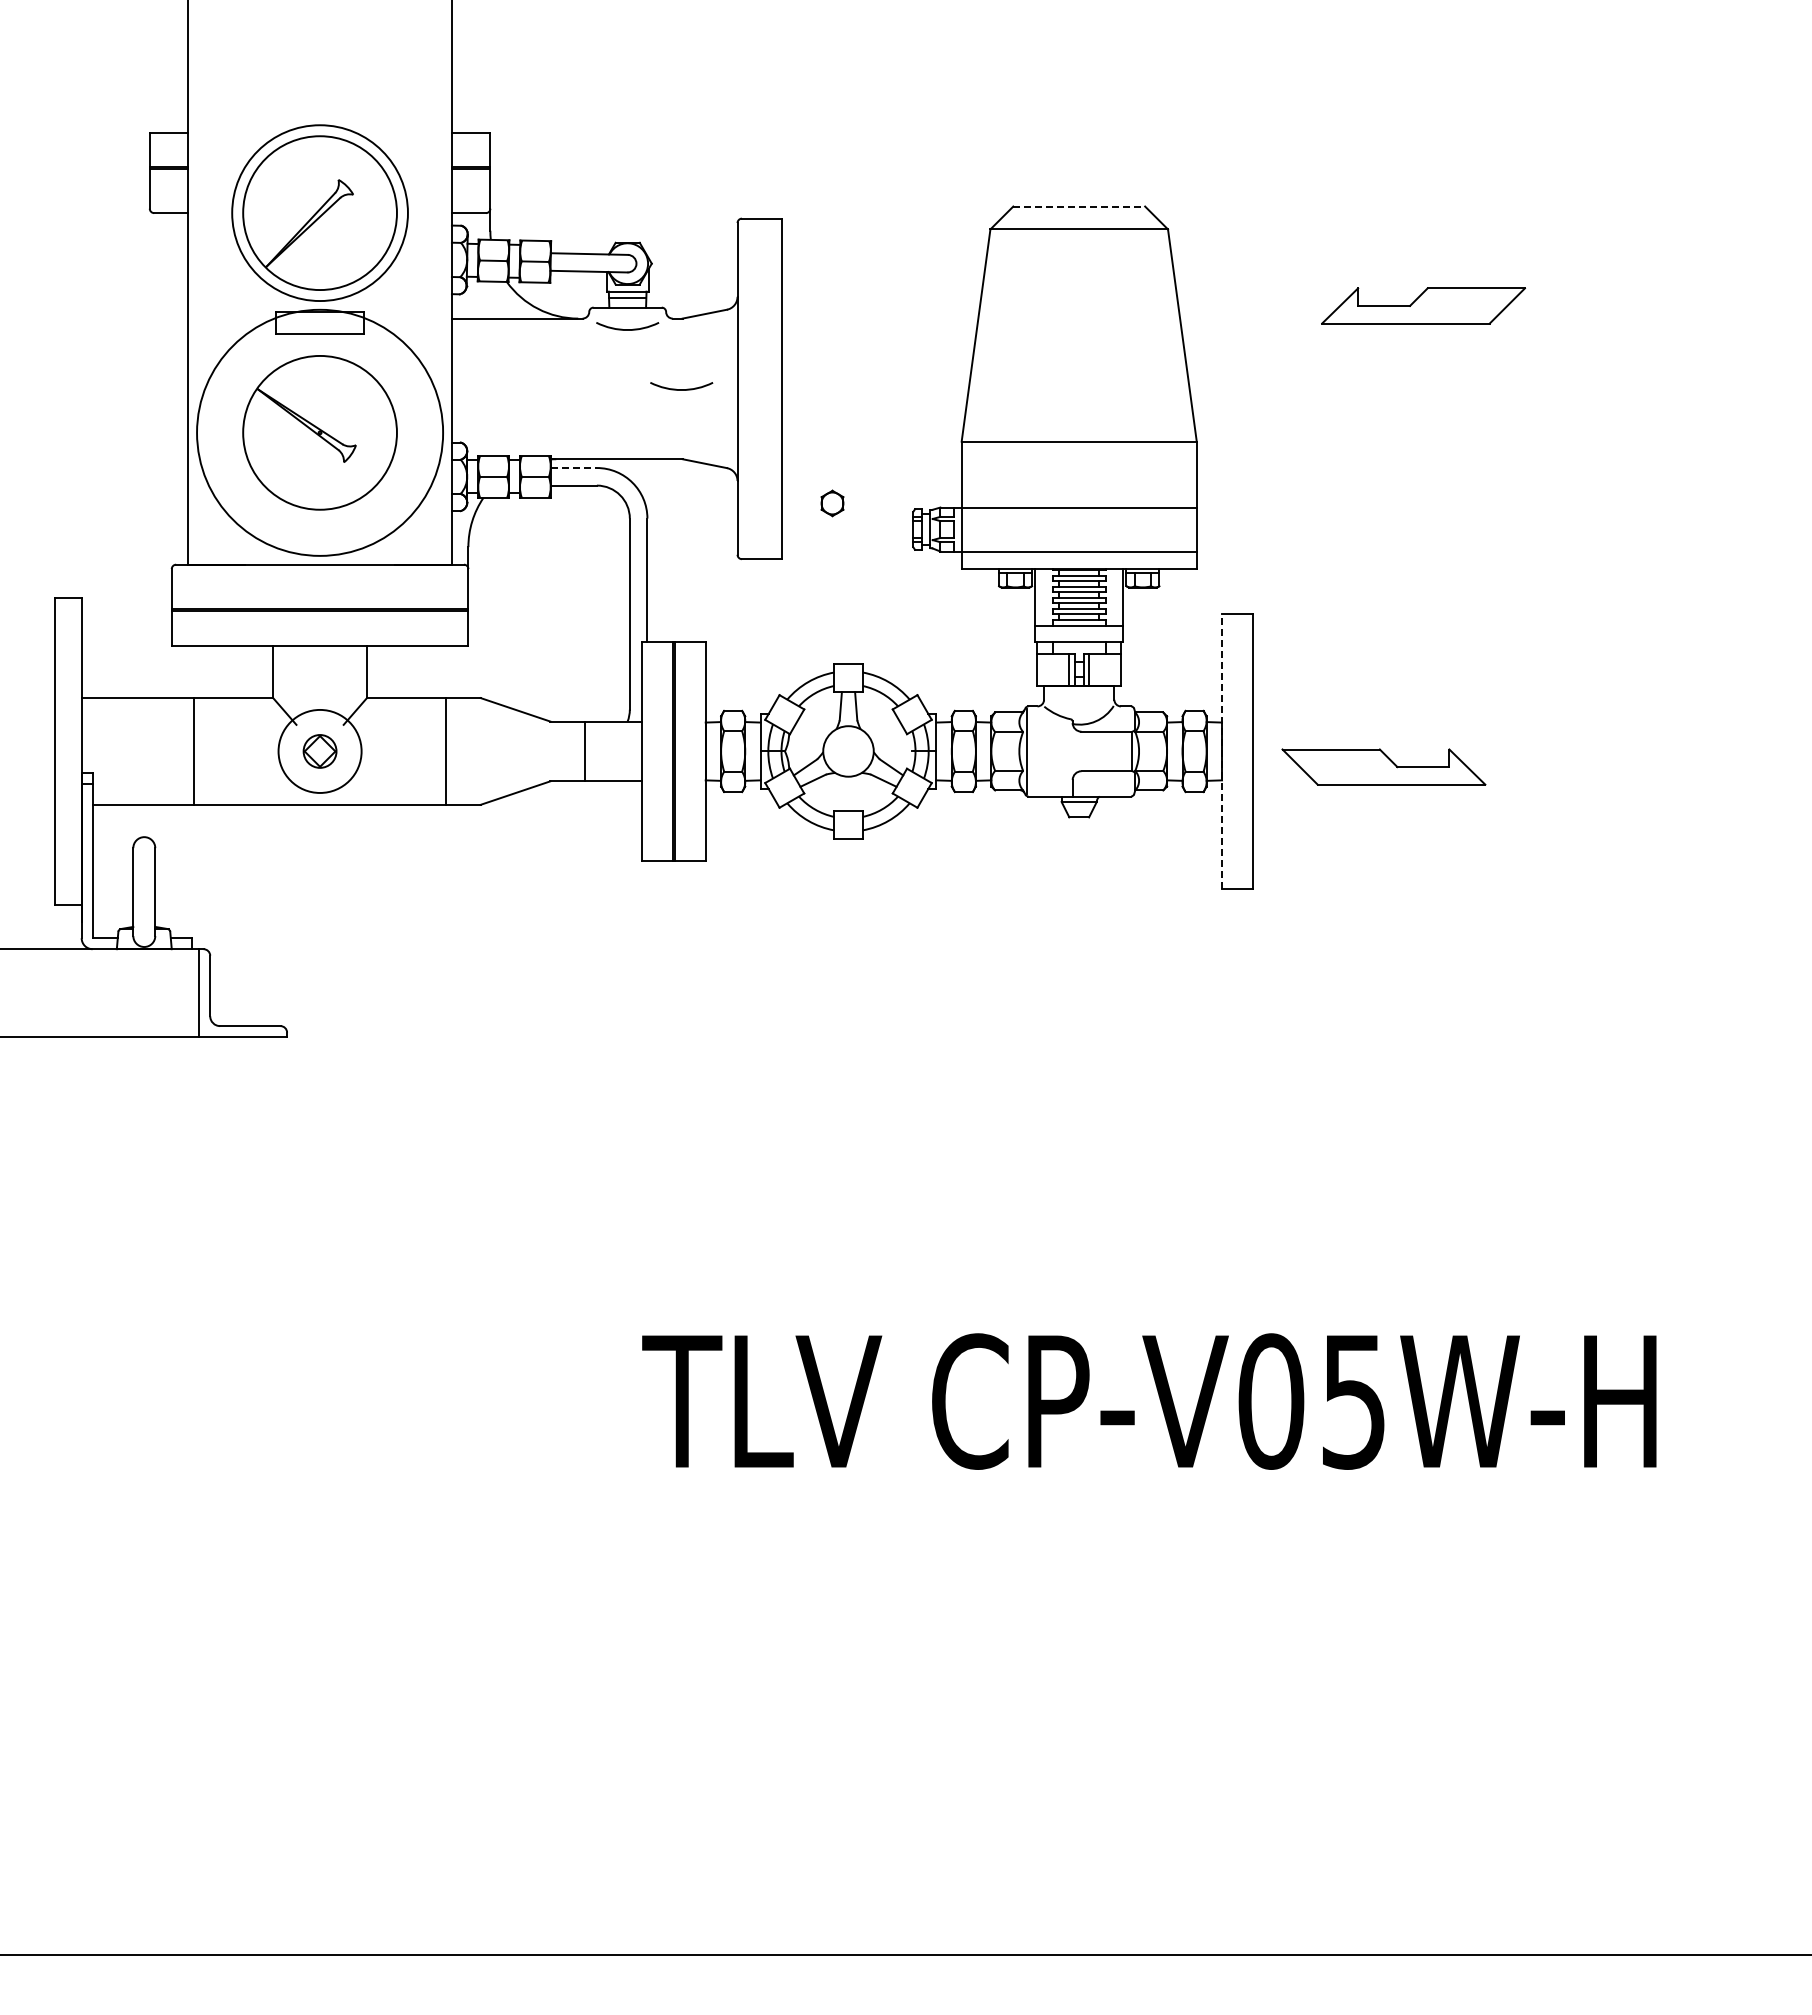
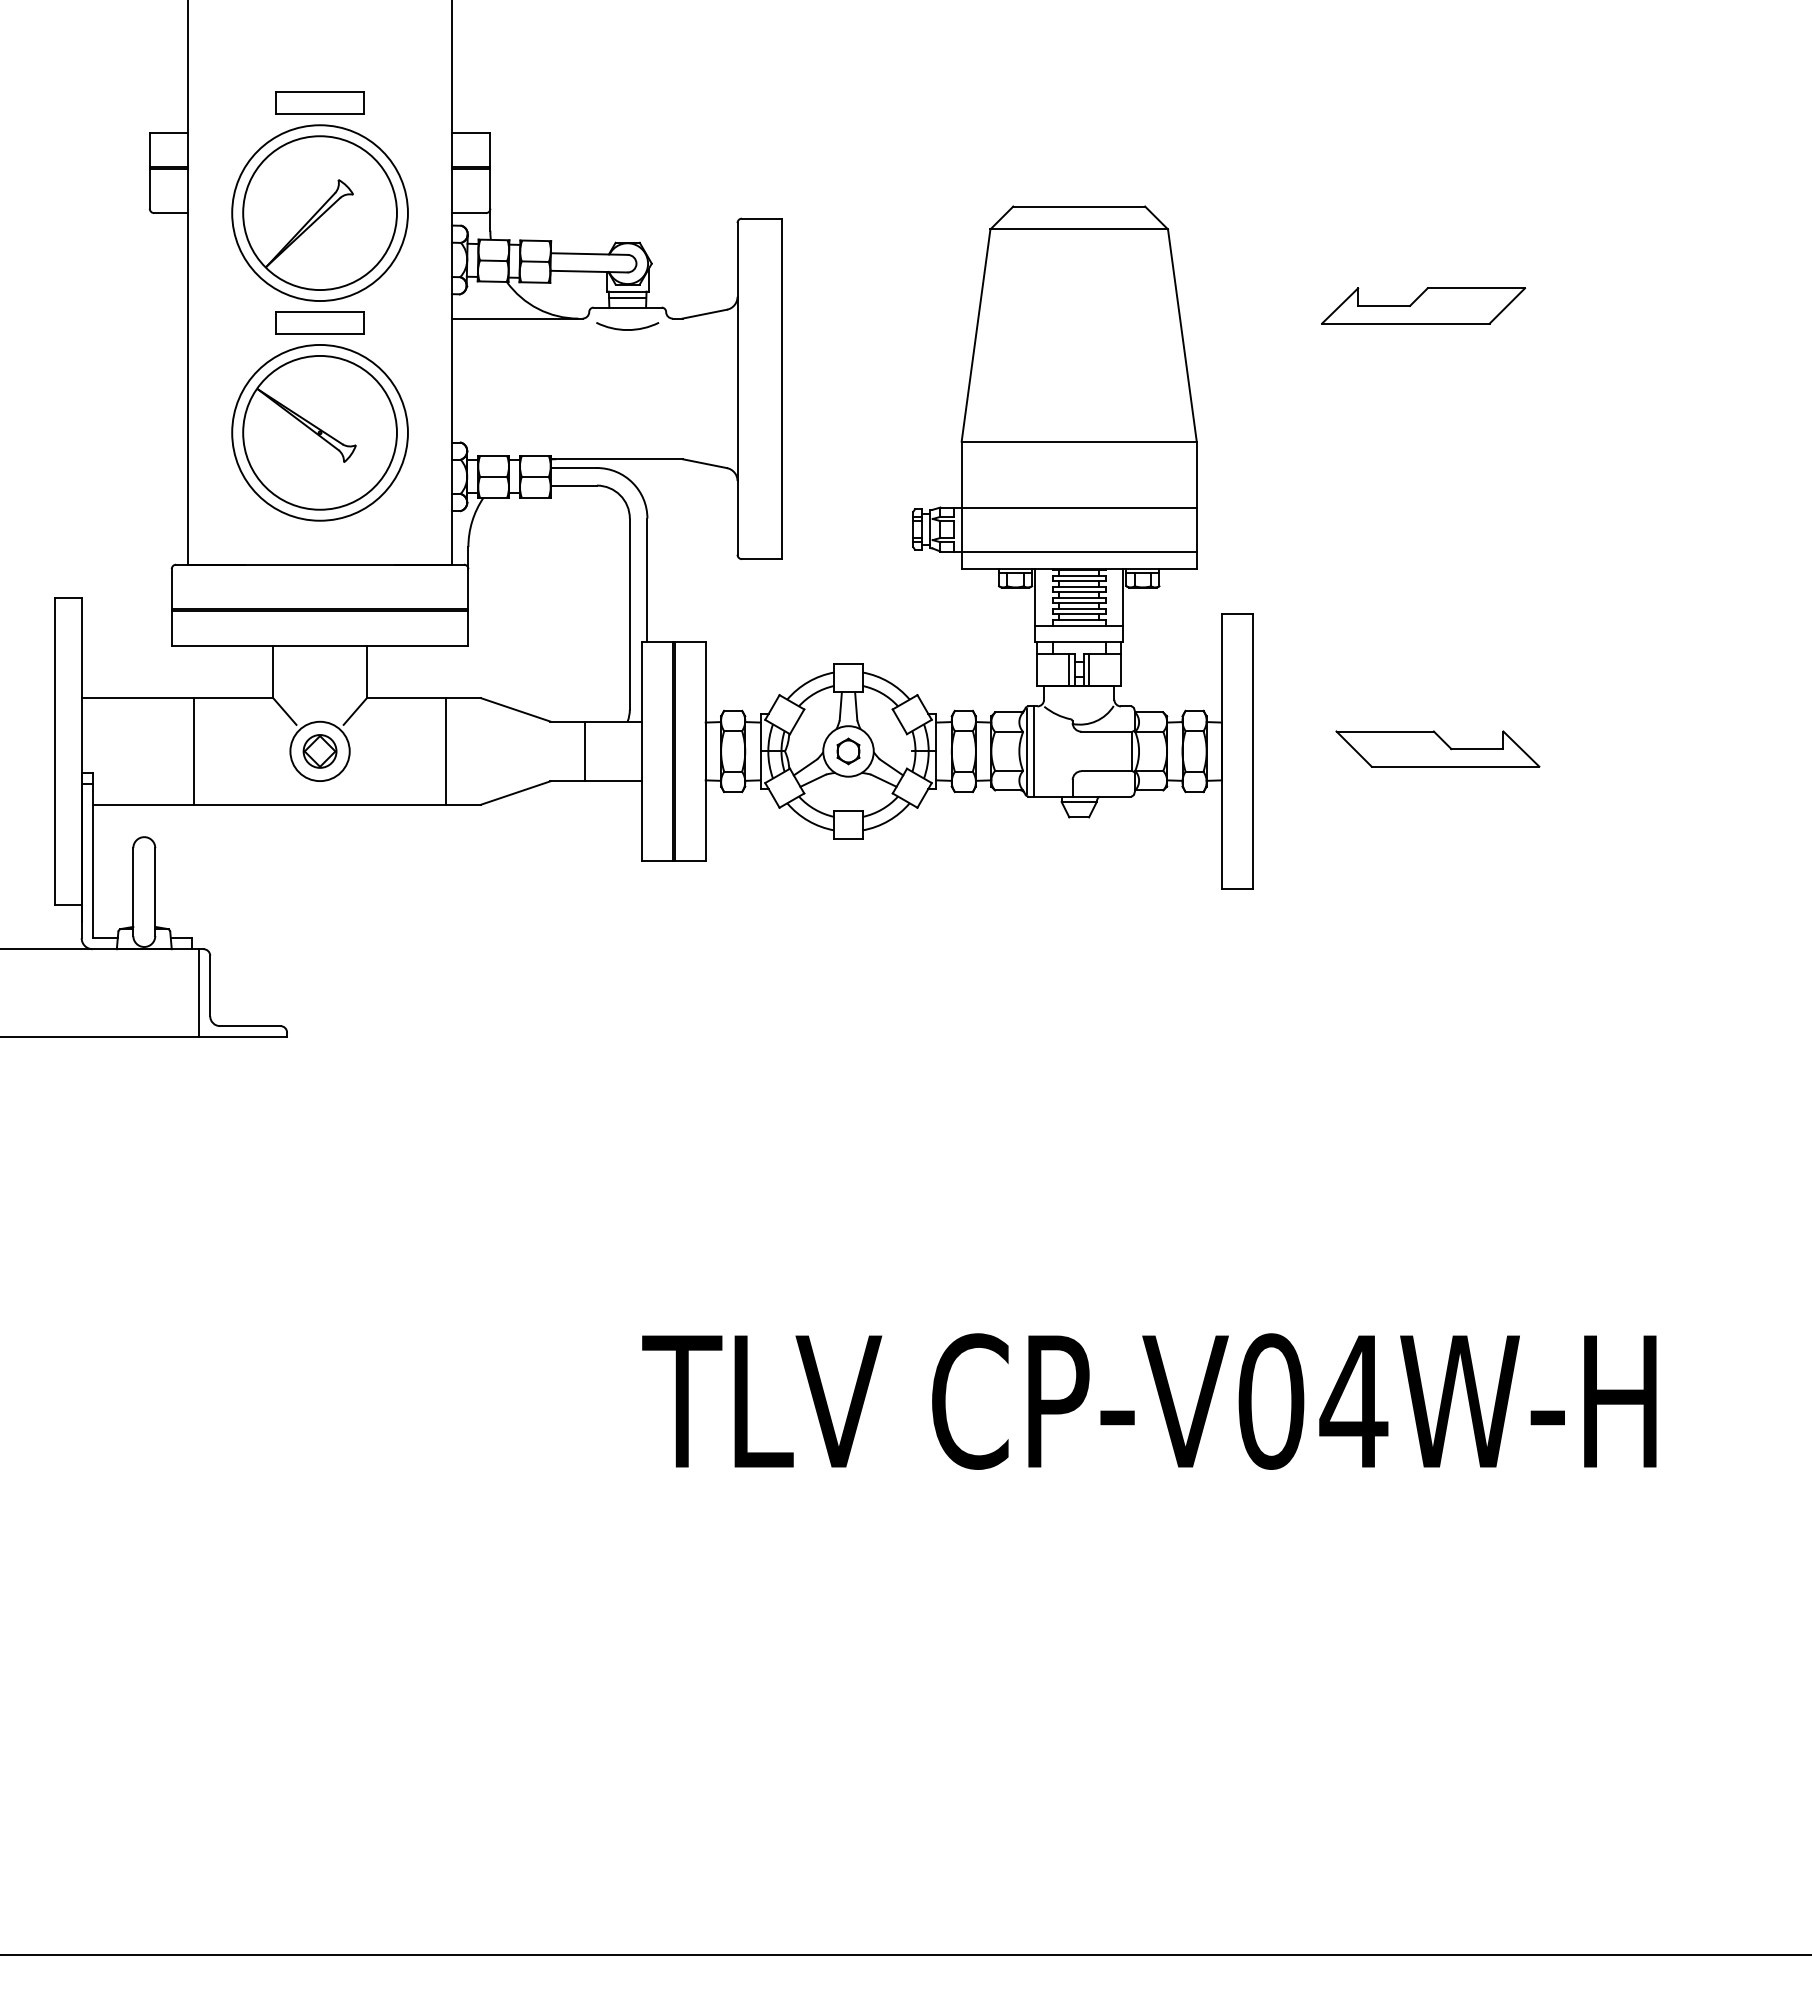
part at (319, 102): none -> present
line at (1079, 206): dashed -> solid
arc at (681, 389): present -> none
circle at (320, 432) diameter: 246 px -> 176 px
line at (574, 468): dashed -> solid
part at (832, 503) position: (832, 503) -> (848, 751)
circle at (319, 750) diameter: 83 px -> 59 px
line at (1222, 750): dashed -> solid
line at (1034, 751): none -> present
part at (1383, 766) position: (1383, 766) -> (1437, 748)
text at (1353, 1402): CP-V05W-H -> CP-V04W-H
